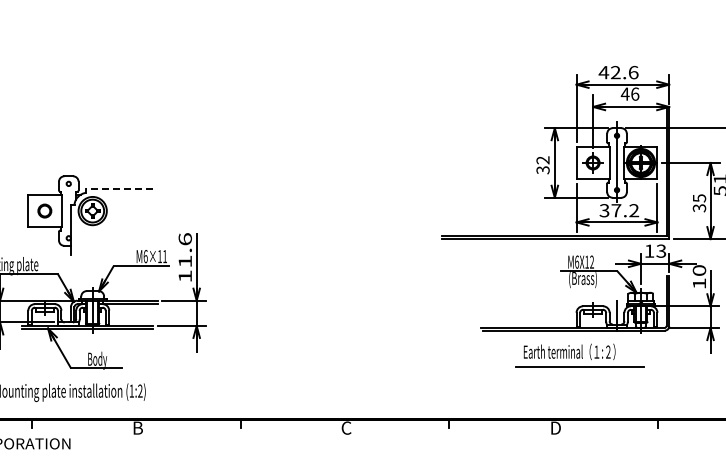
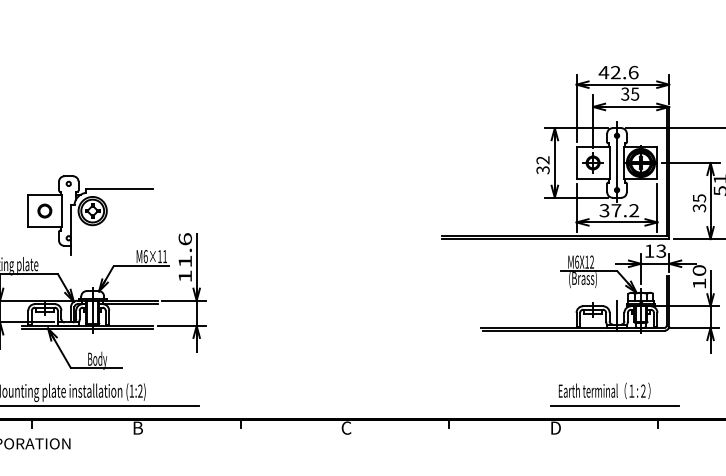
text at (629, 93): 46 -> 35
line at (119, 189): dashed -> solid
part at (579, 355) position: (579, 355) -> (614, 394)
line at (100, 405): none -> present
